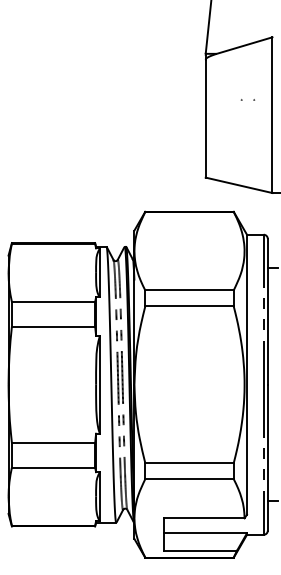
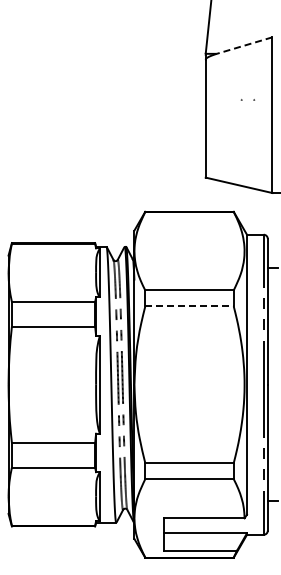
line at (244, 45): solid -> dashed
line at (190, 306): solid -> dashed
